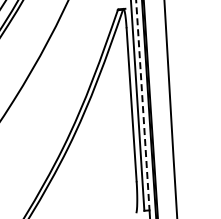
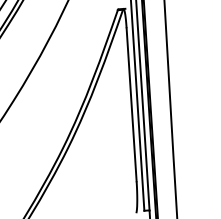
line at (142, 105): dashed -> solid
